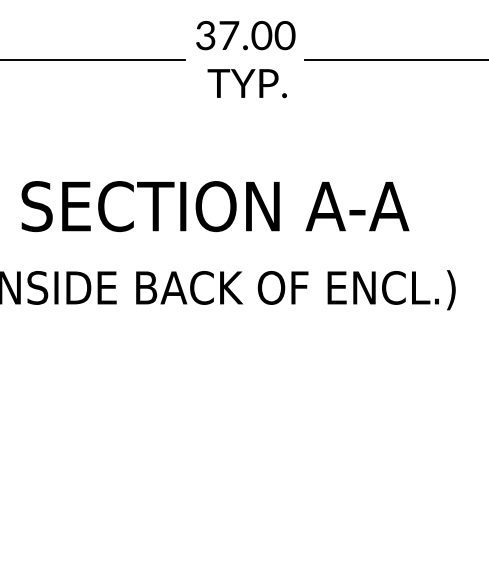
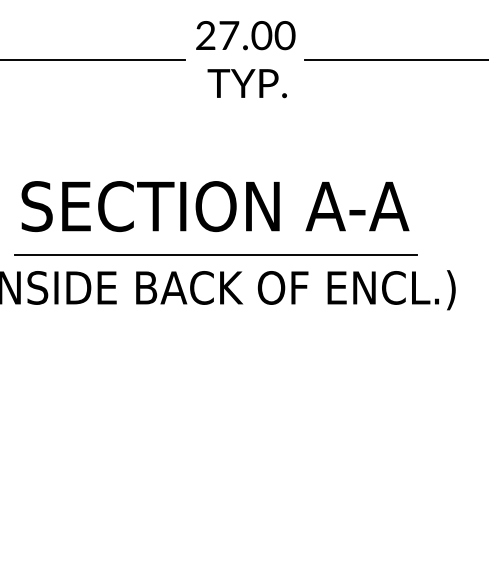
text at (205, 36): 37.00 -> 27.00
line at (216, 255): none -> present
